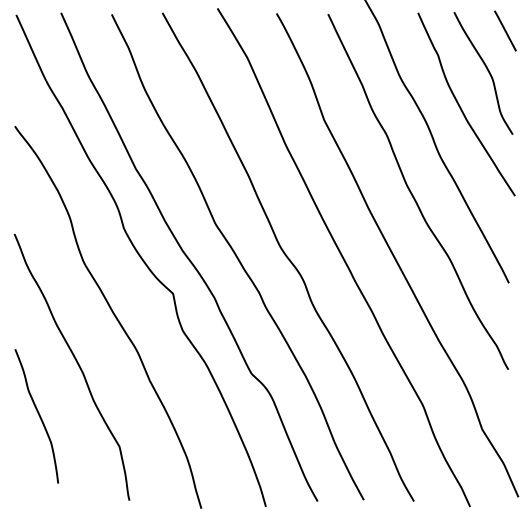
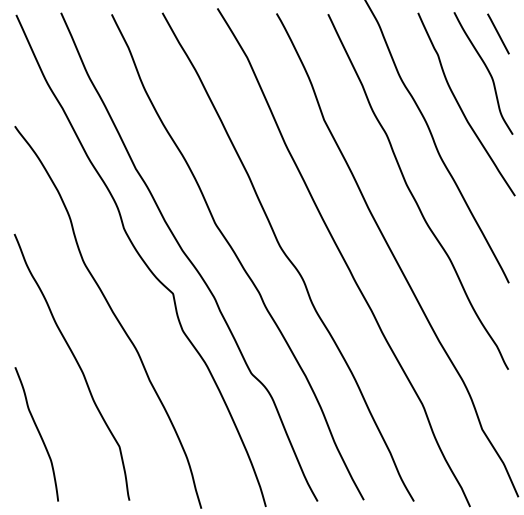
line at (505, 30) position: (505, 30) -> (498, 33)
curve at (38, 415) position: (38, 415) -> (38, 433)
